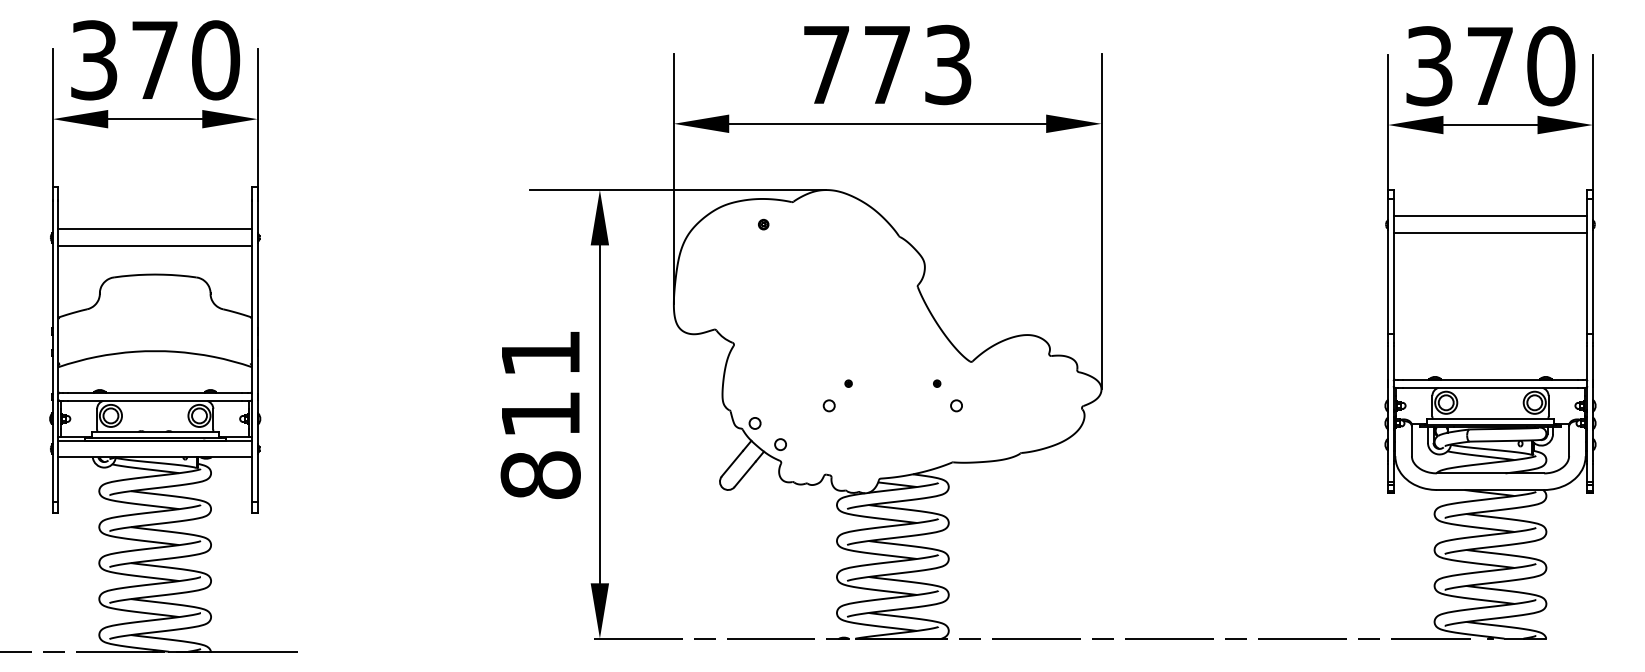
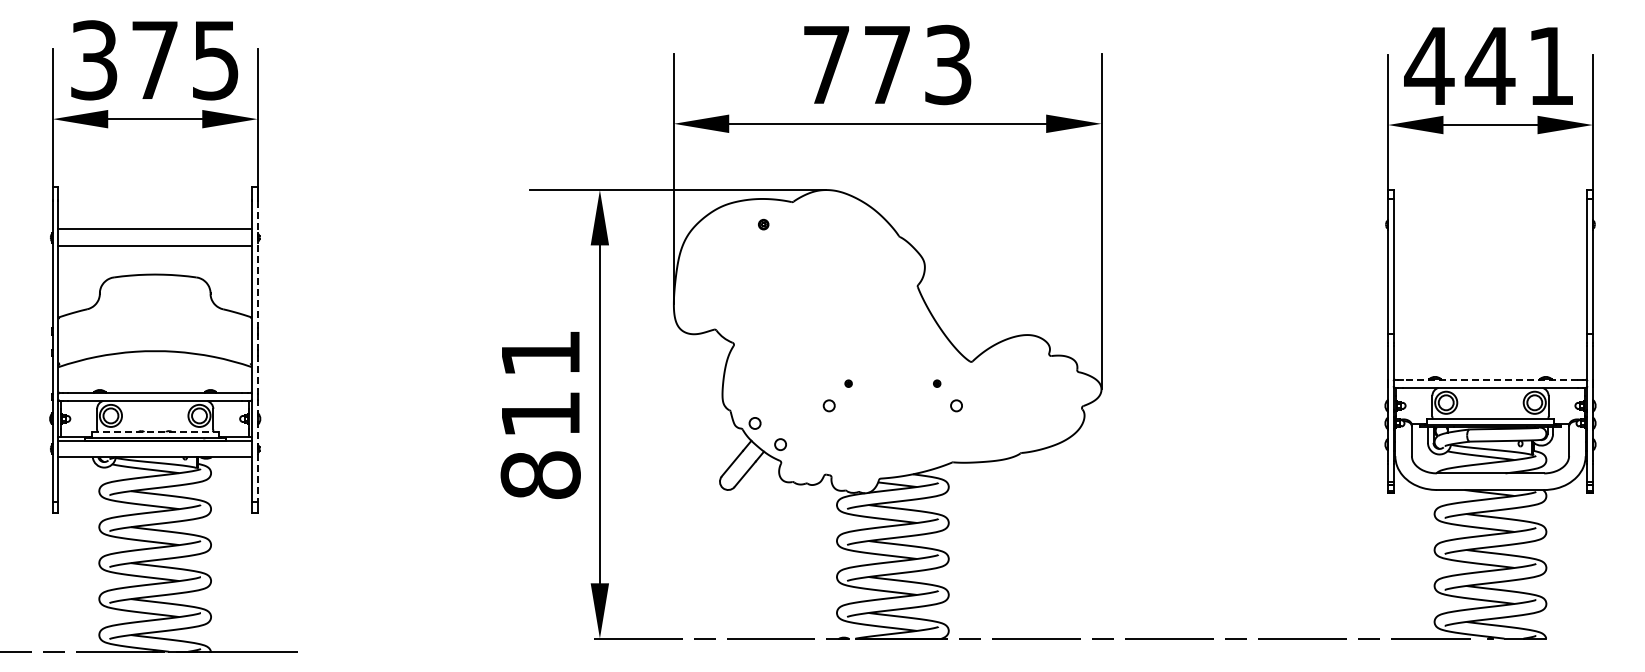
text at (216, 60): 370 -> 375
text at (1489, 66): 370 -> 441
line at (1490, 216): present -> none
line at (1490, 232): present -> none
line at (257, 351): solid -> dashed
line at (1489, 379): solid -> dashed
line at (155, 432): solid -> dashed
